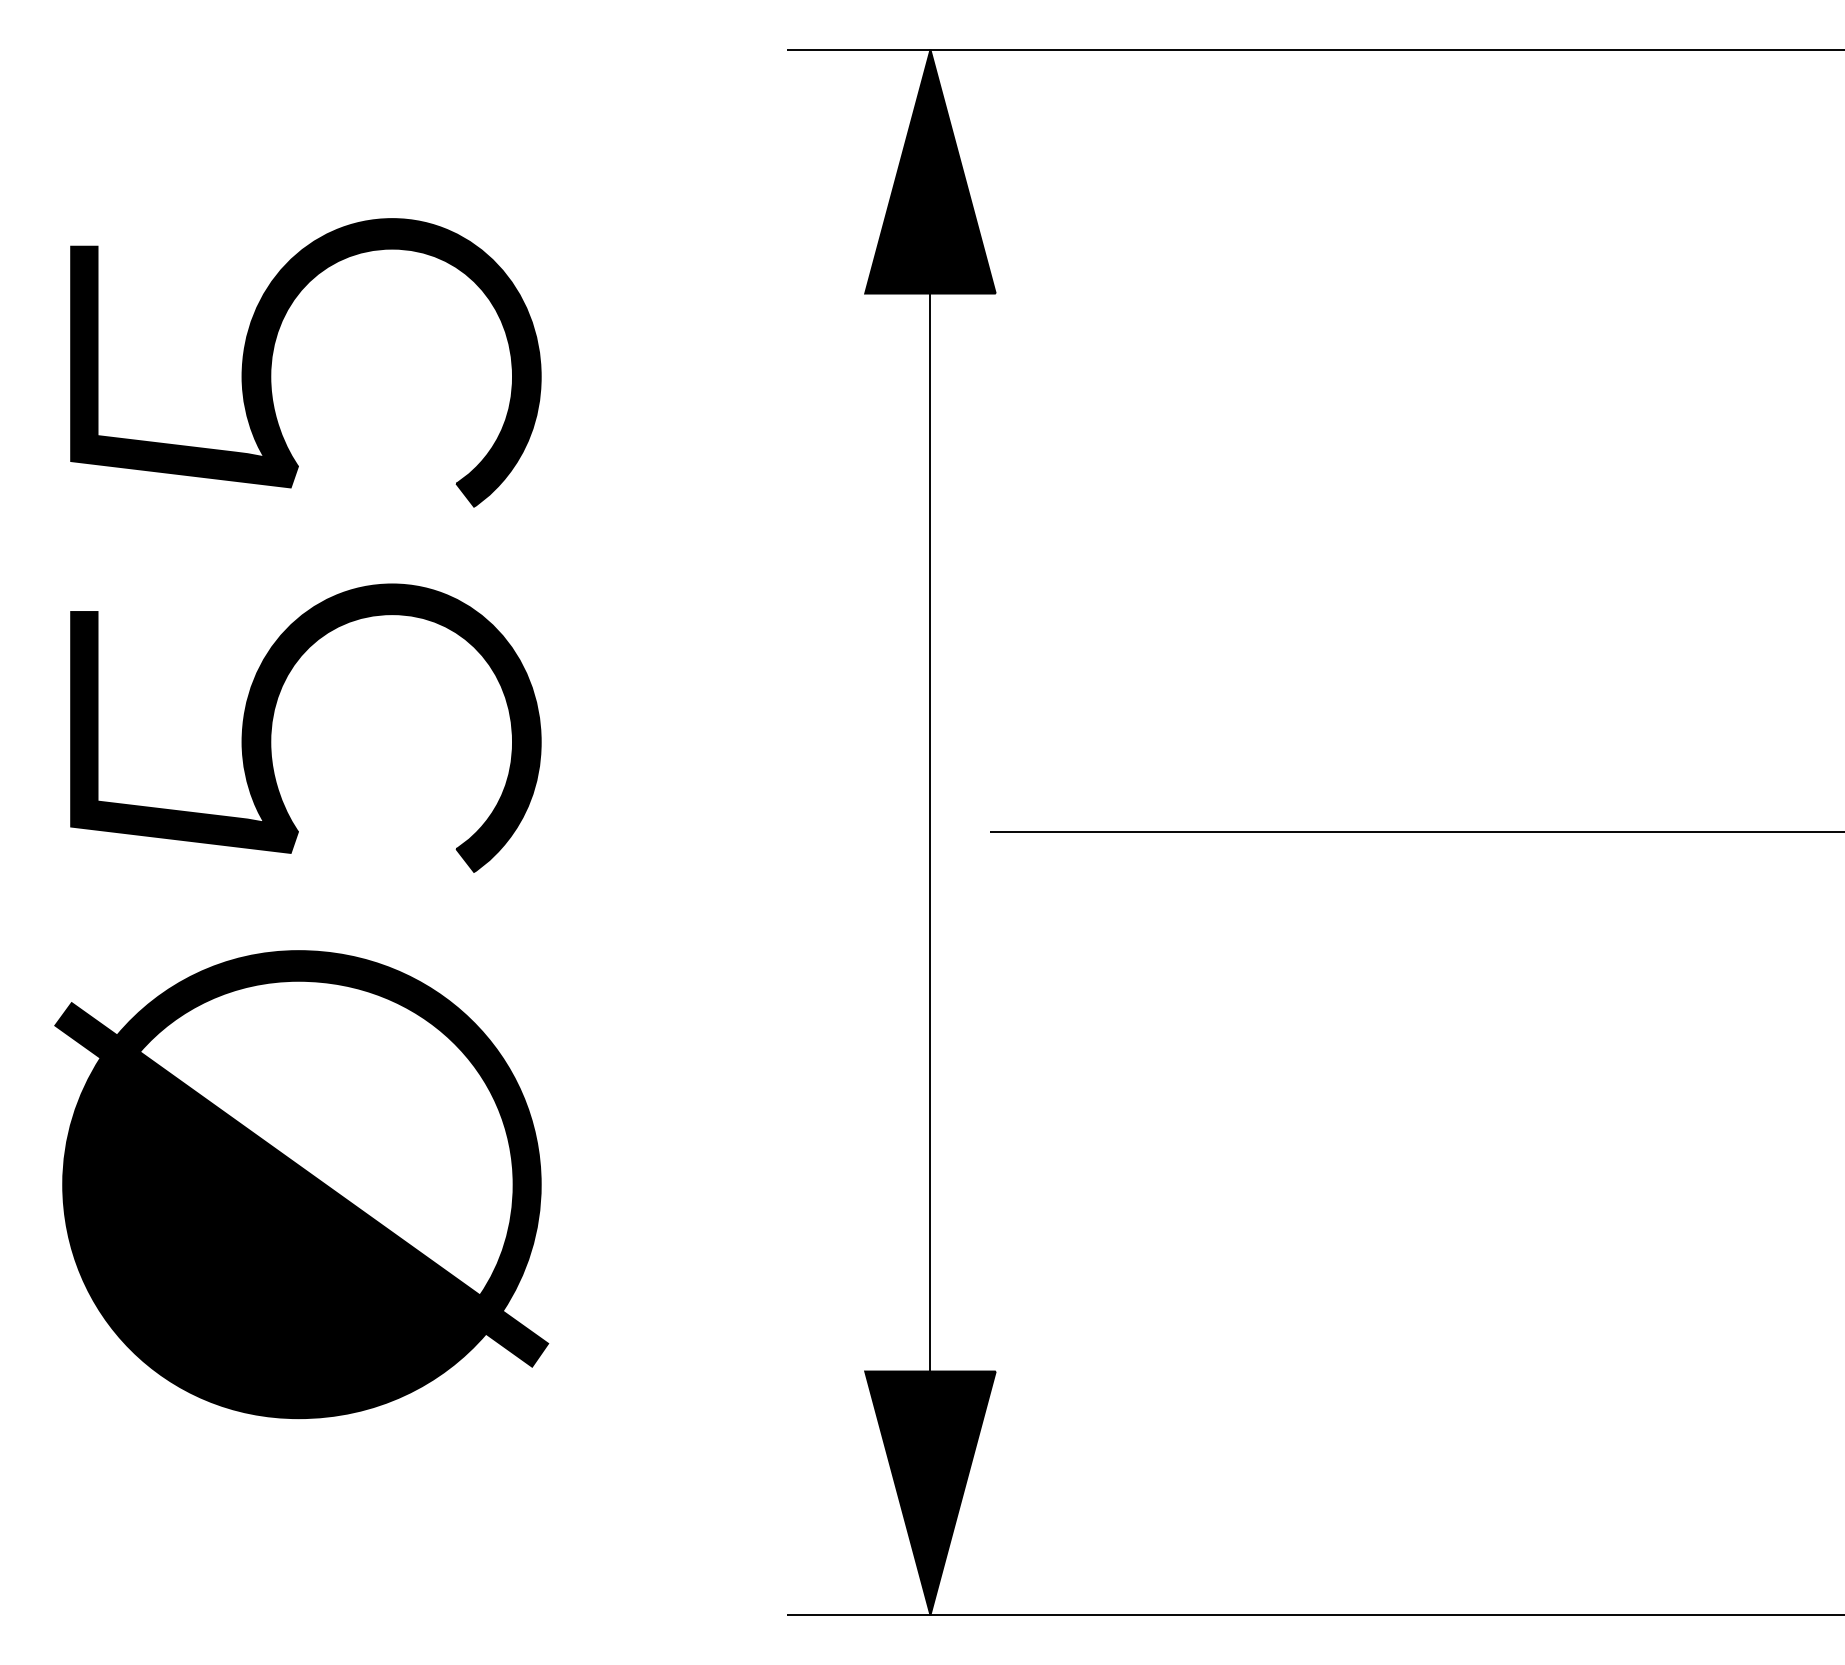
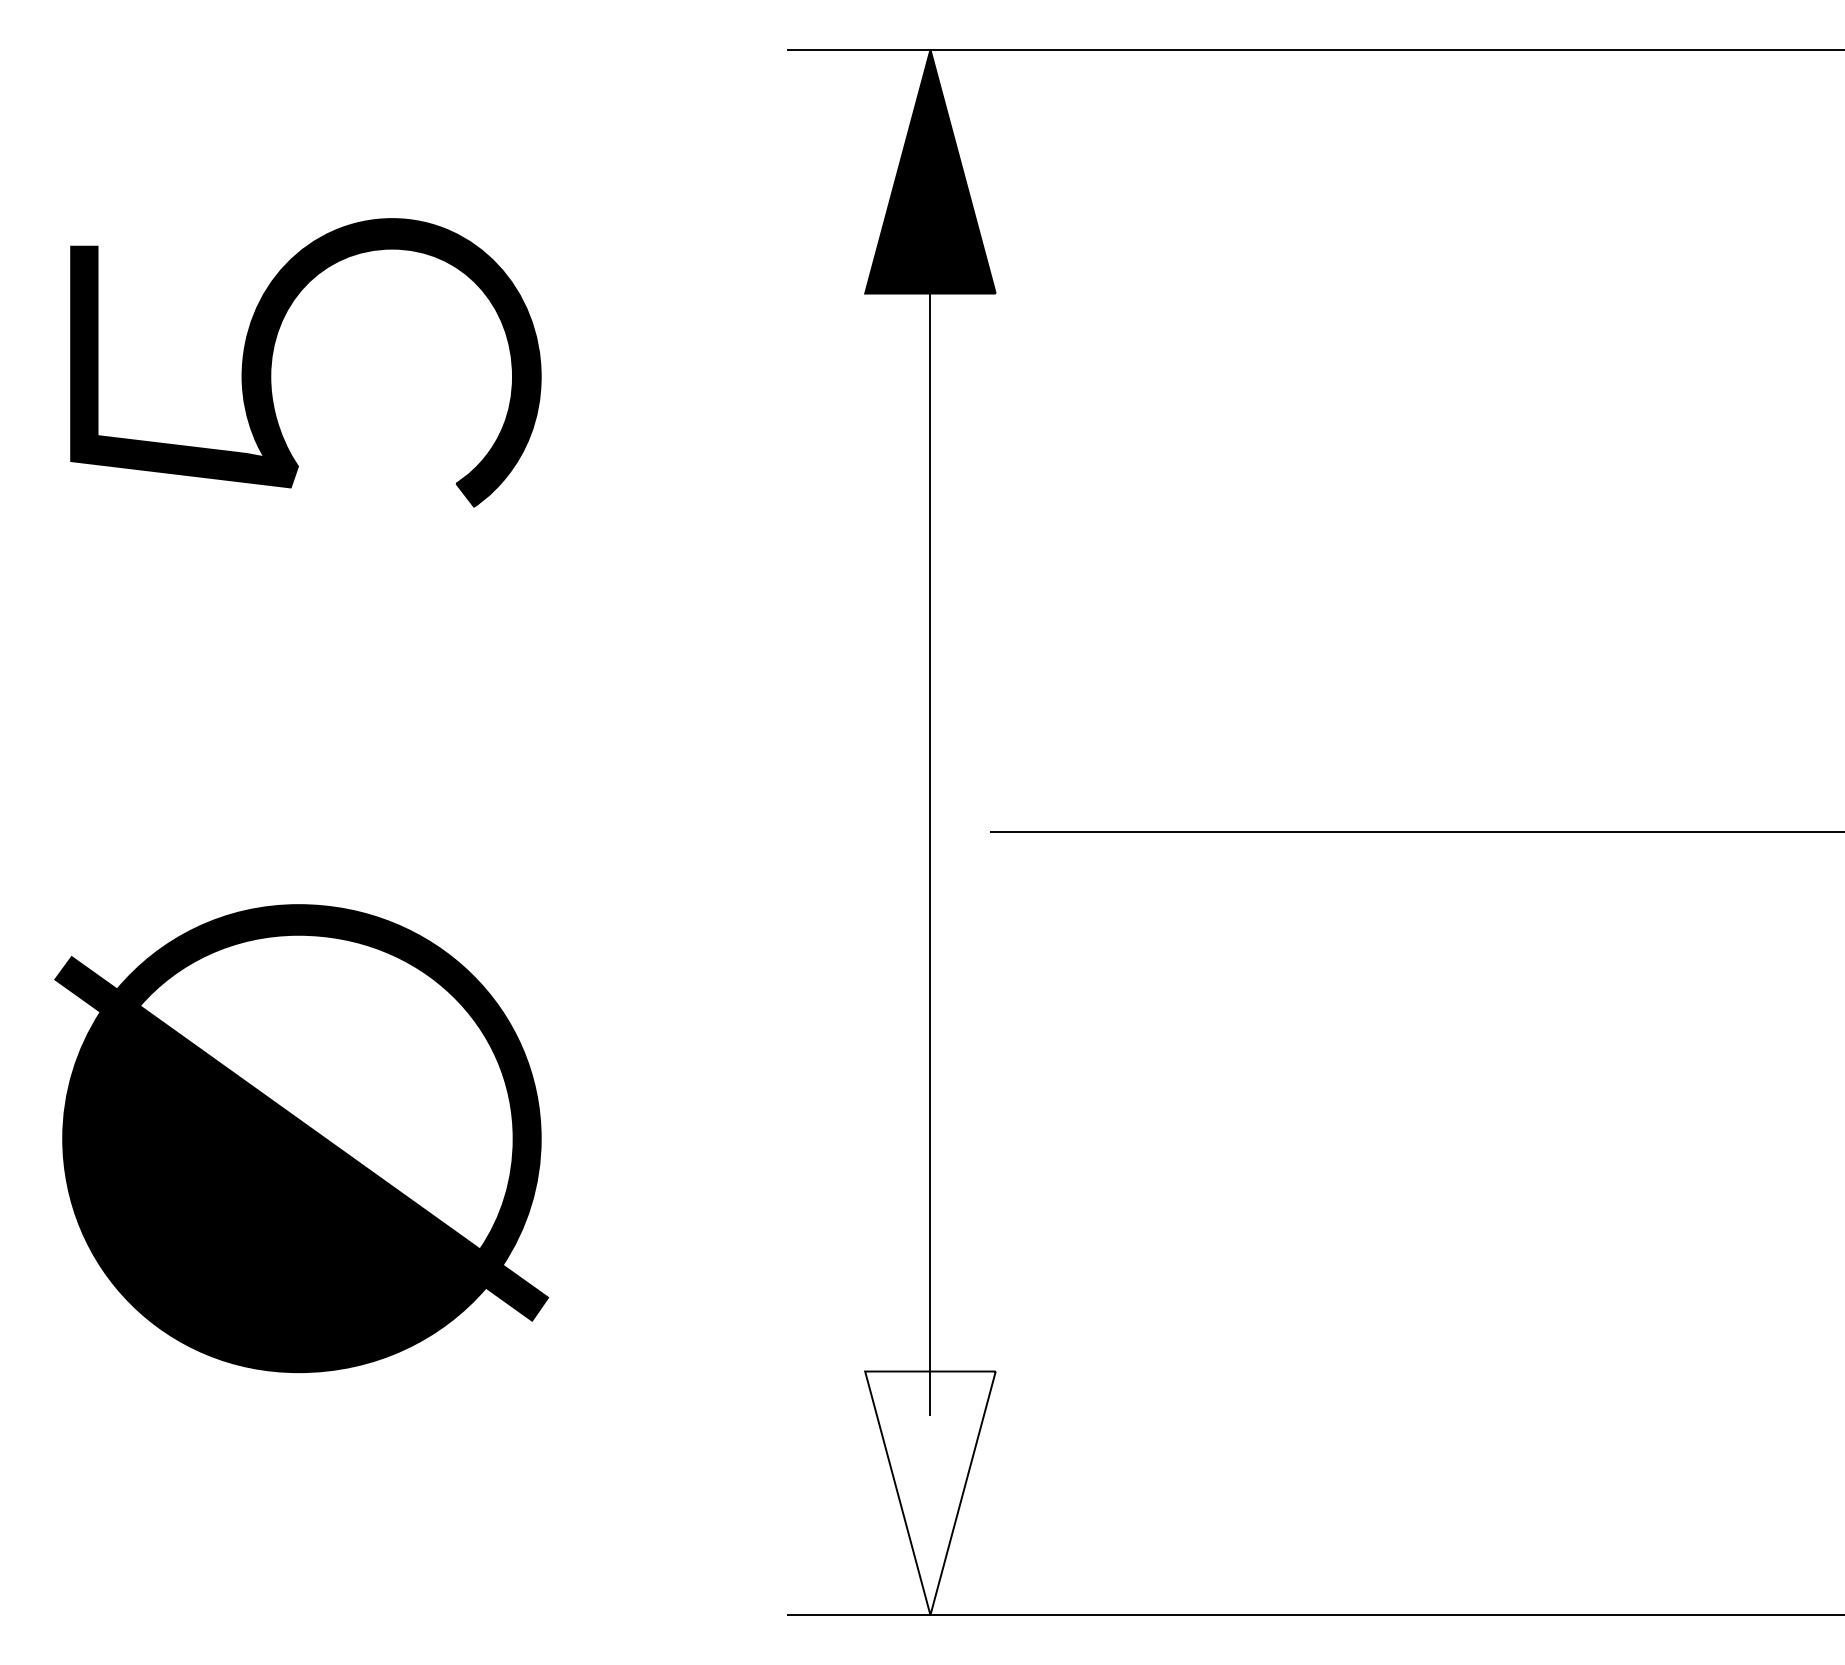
part at (272, 726): present -> none
part at (301, 1184) position: (301, 1184) -> (301, 1138)
fill at (930, 1493): present -> none
